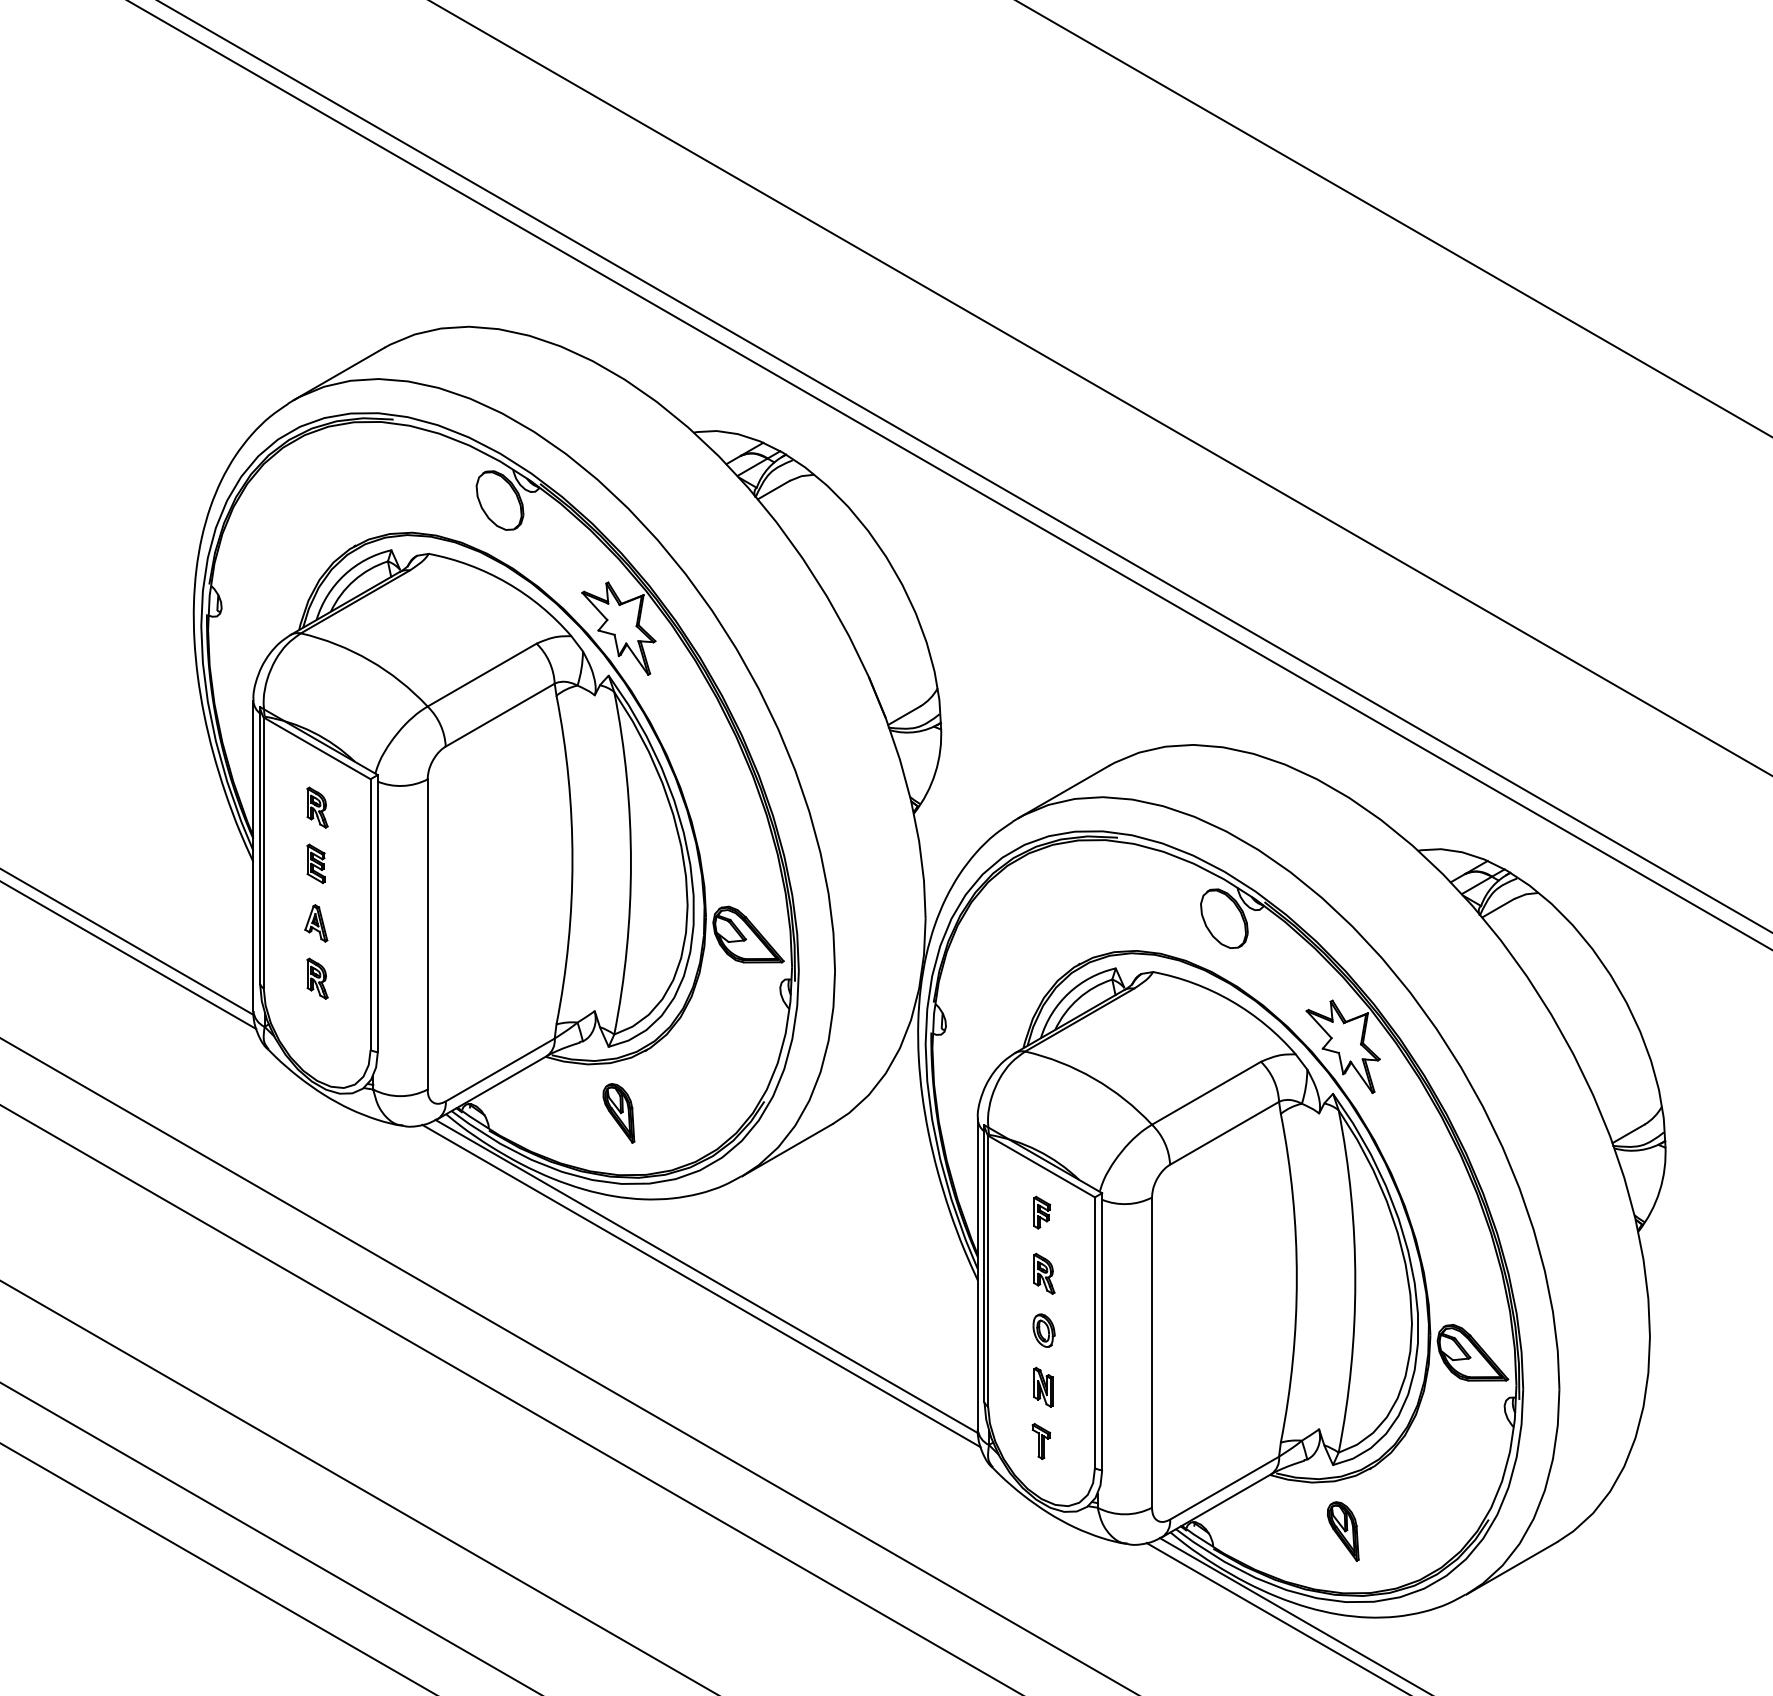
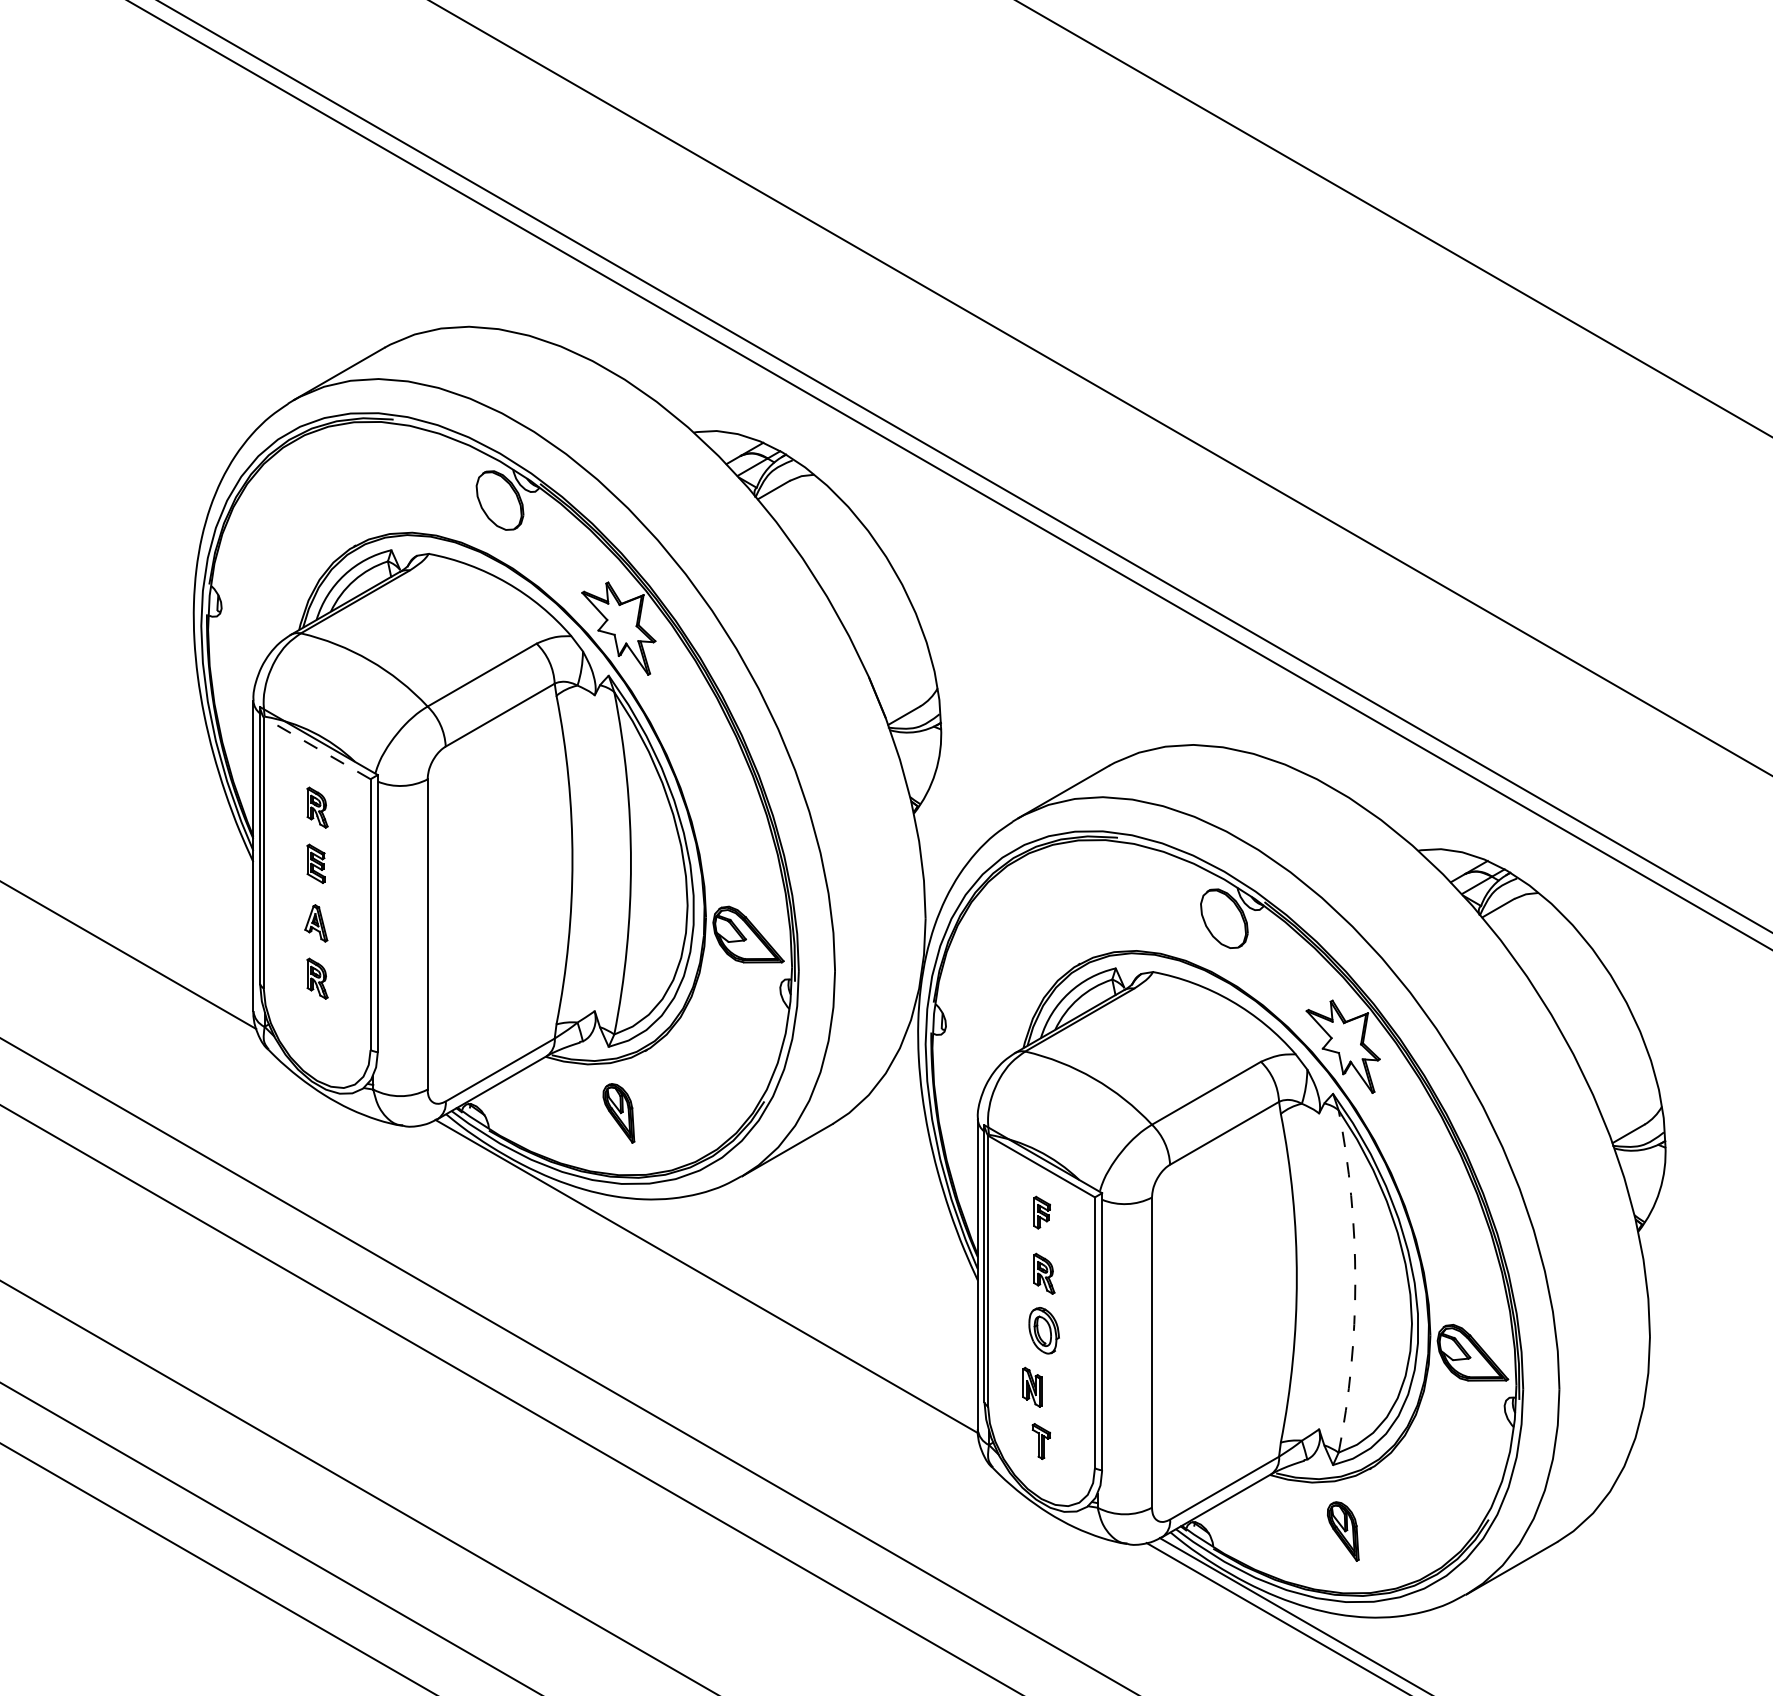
line at (317, 748): solid -> dashed
line at (127, 942): present -> none
arc at (1355, 1281): solid -> dashed
line at (701, 1285): present -> none
part at (1043, 1330) size: 24x35 px -> 32x48 px
part at (1043, 1386) position: (1043, 1386) -> (1032, 1386)
